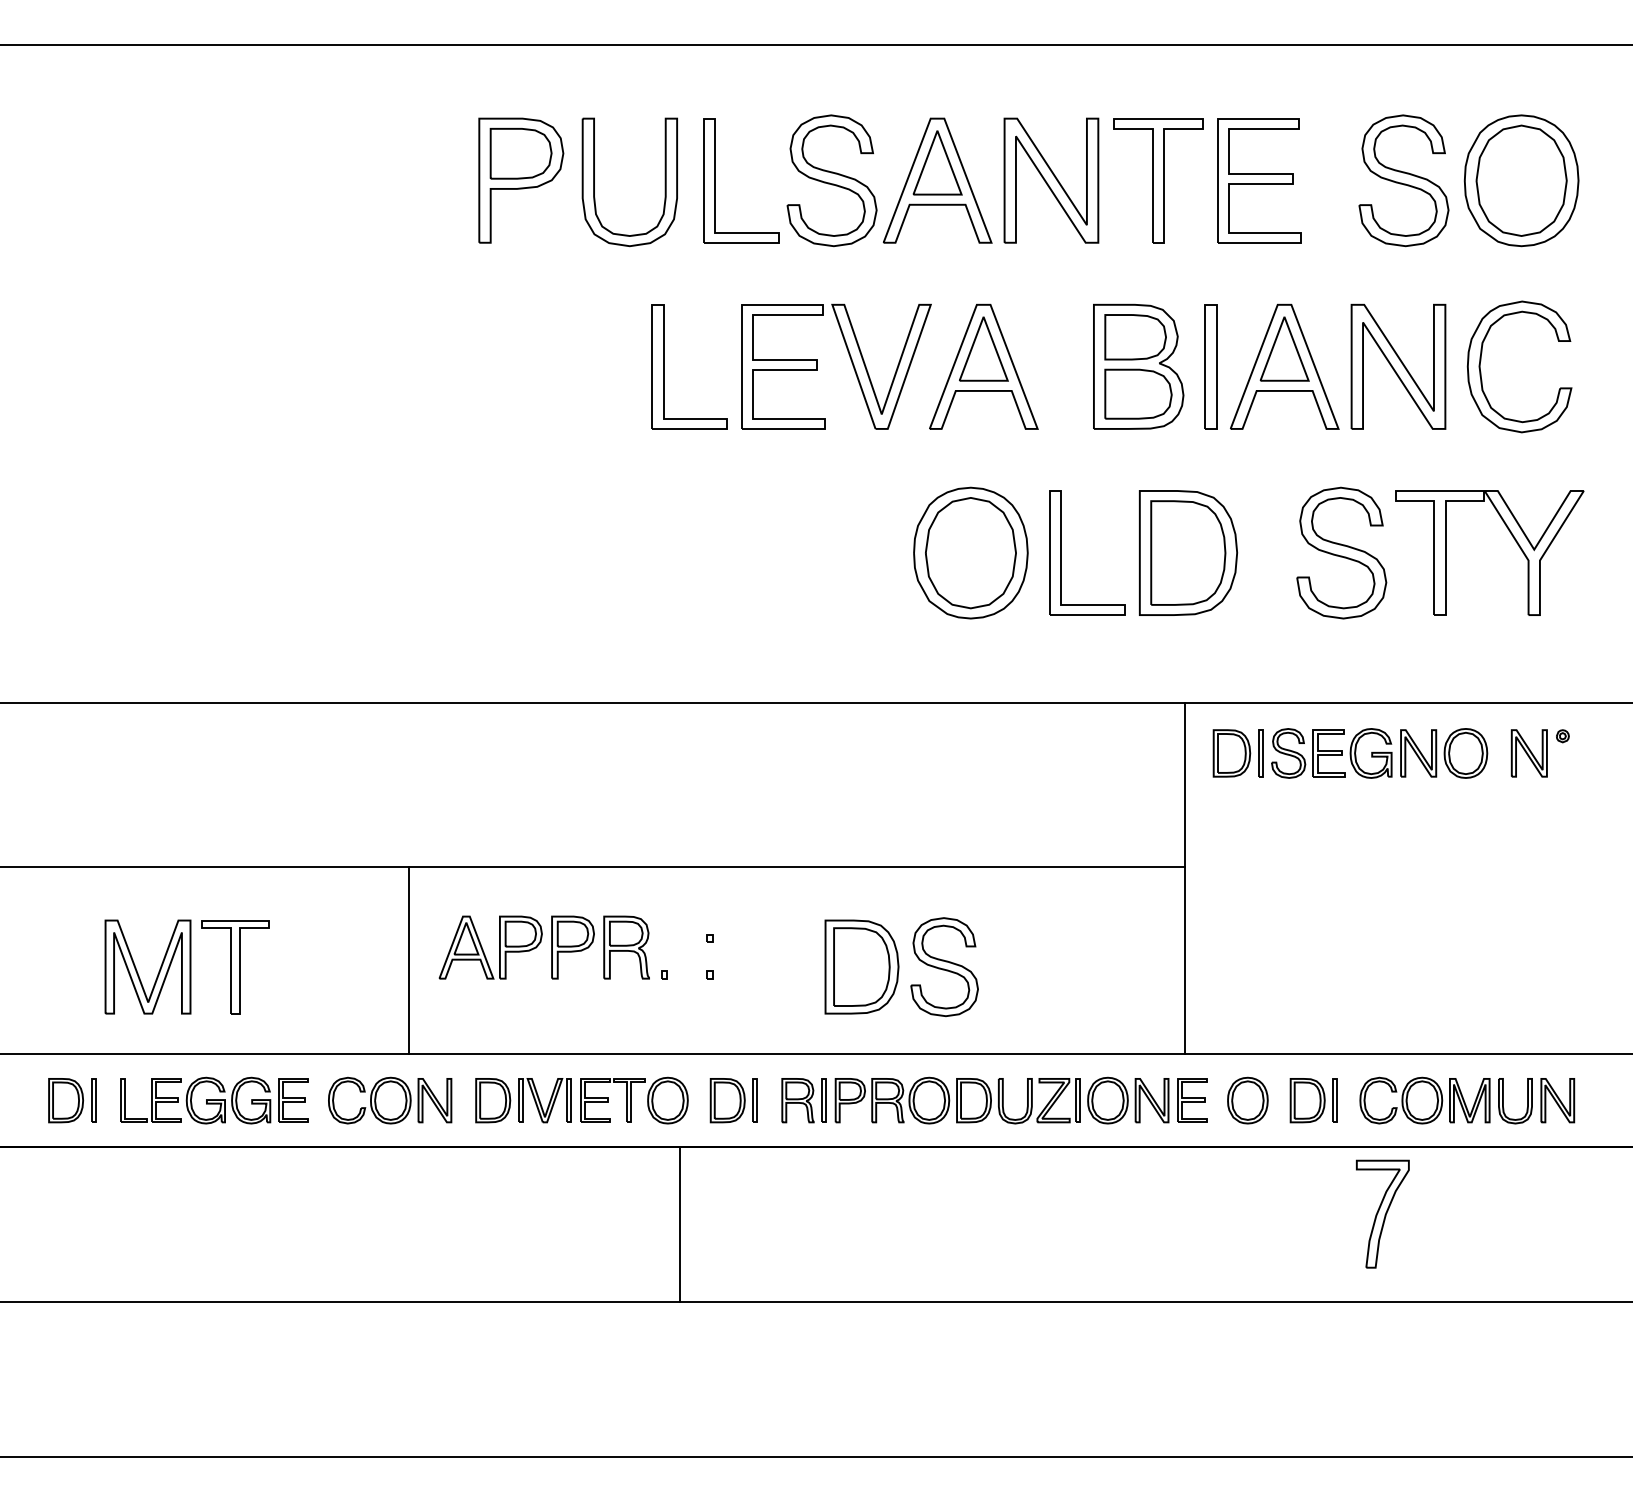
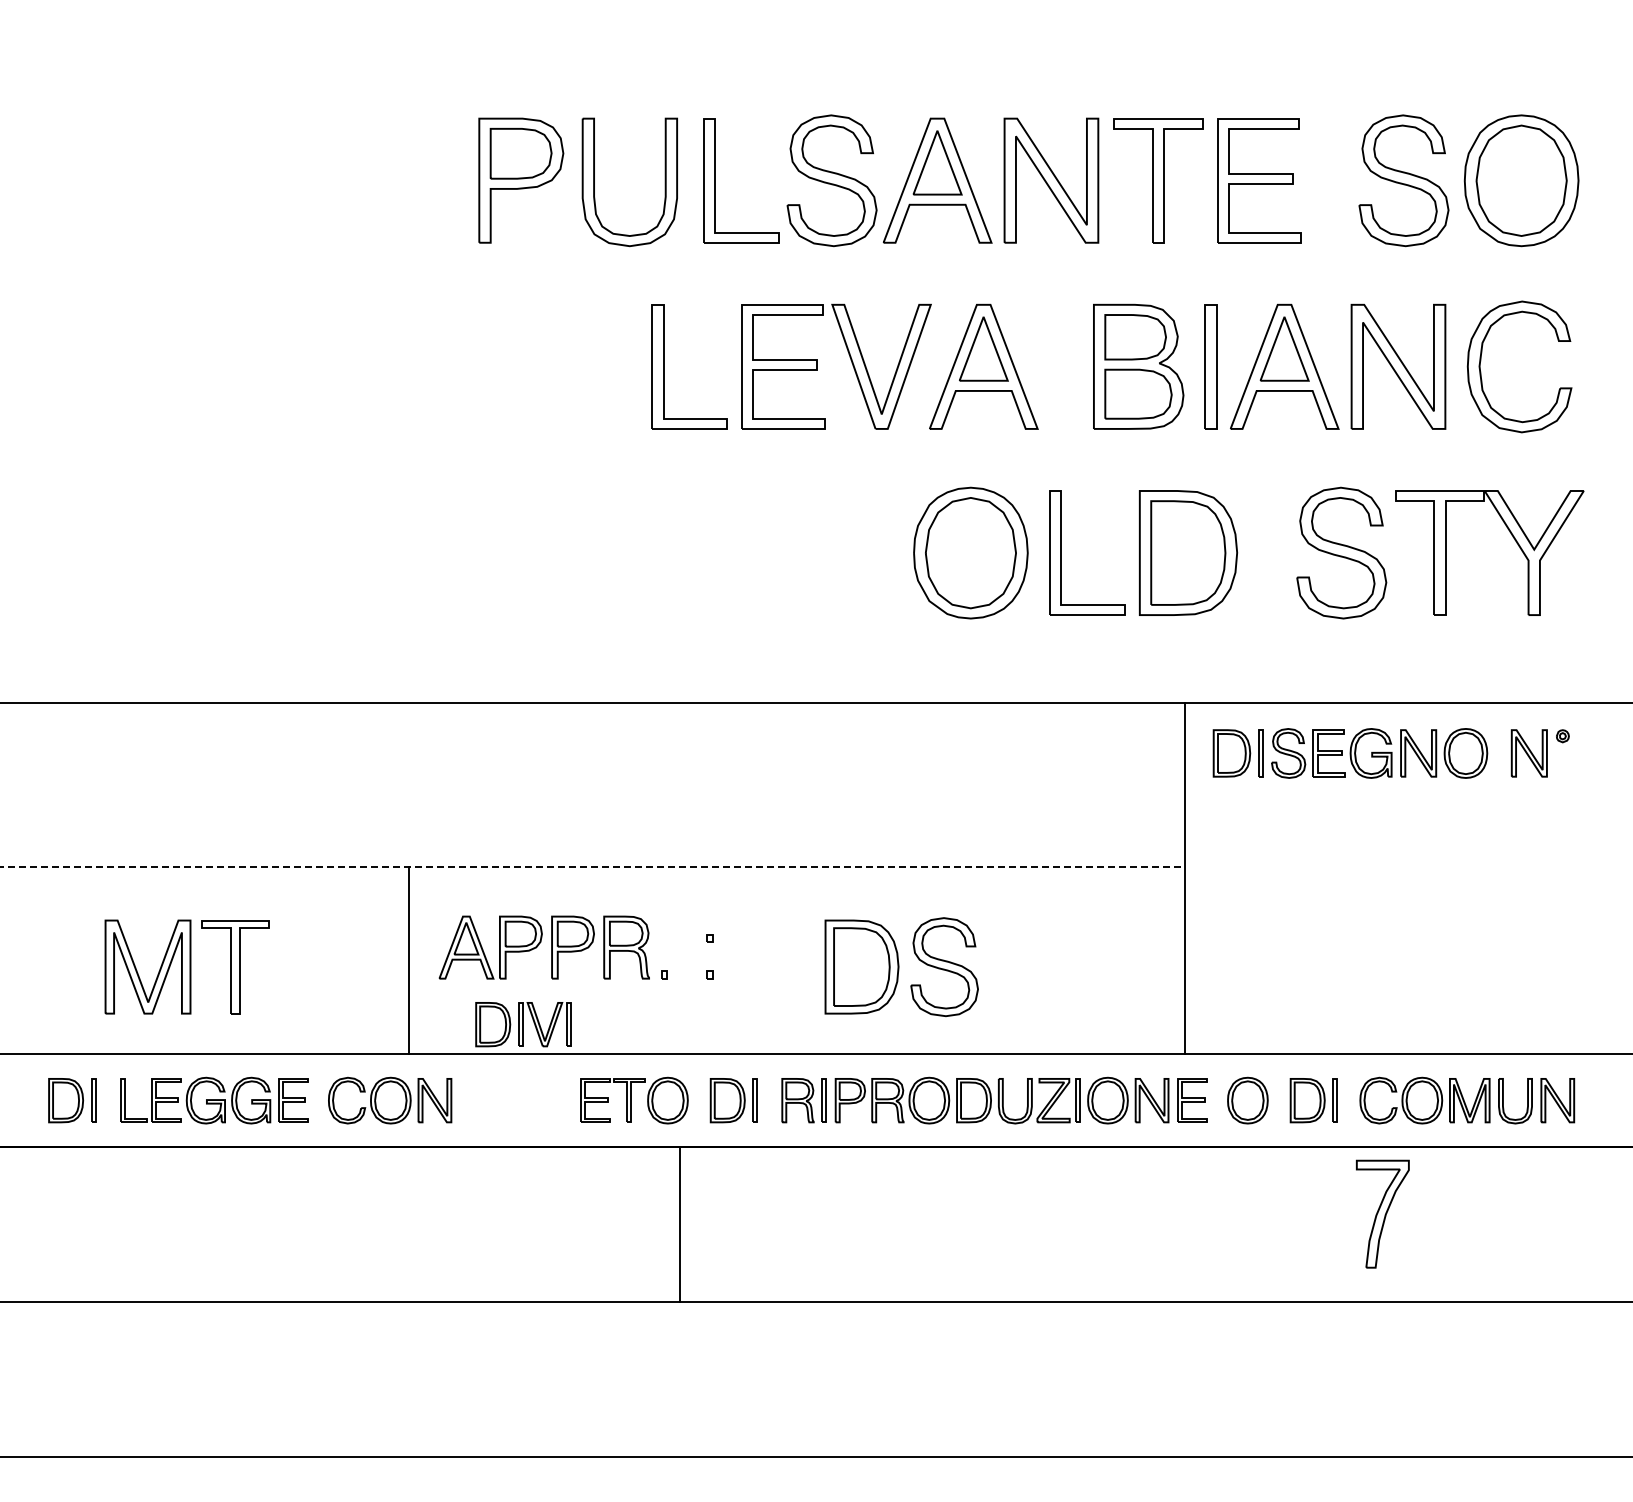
line at (815, 45): present -> none
line at (592, 867): solid -> dashed
part at (523, 1100) position: (523, 1100) -> (523, 1024)
